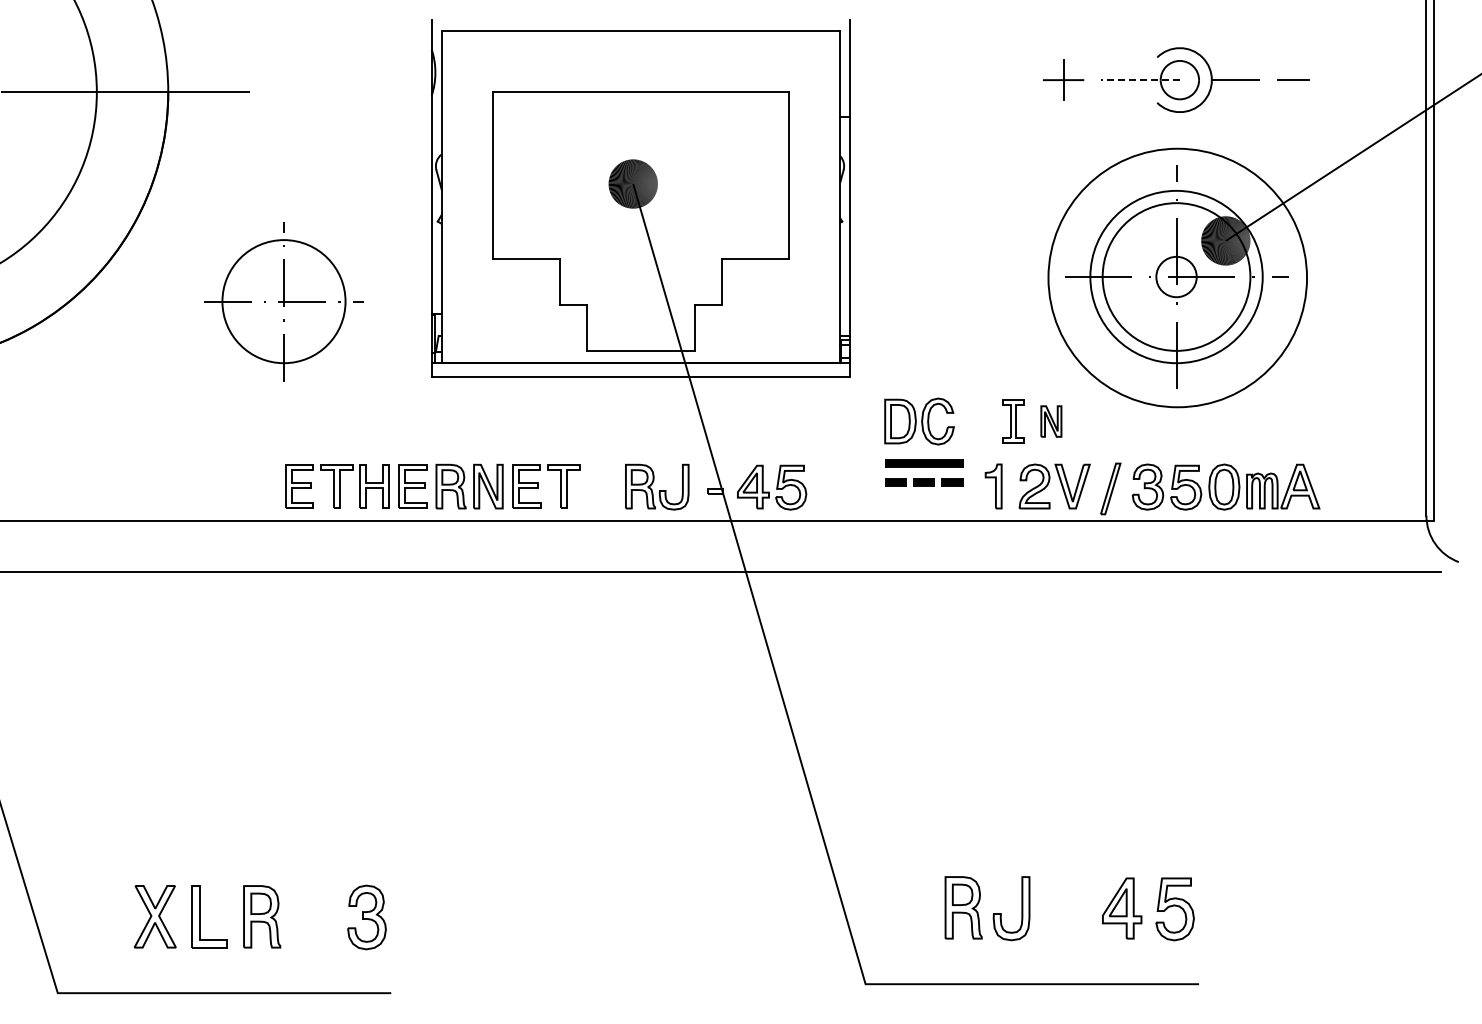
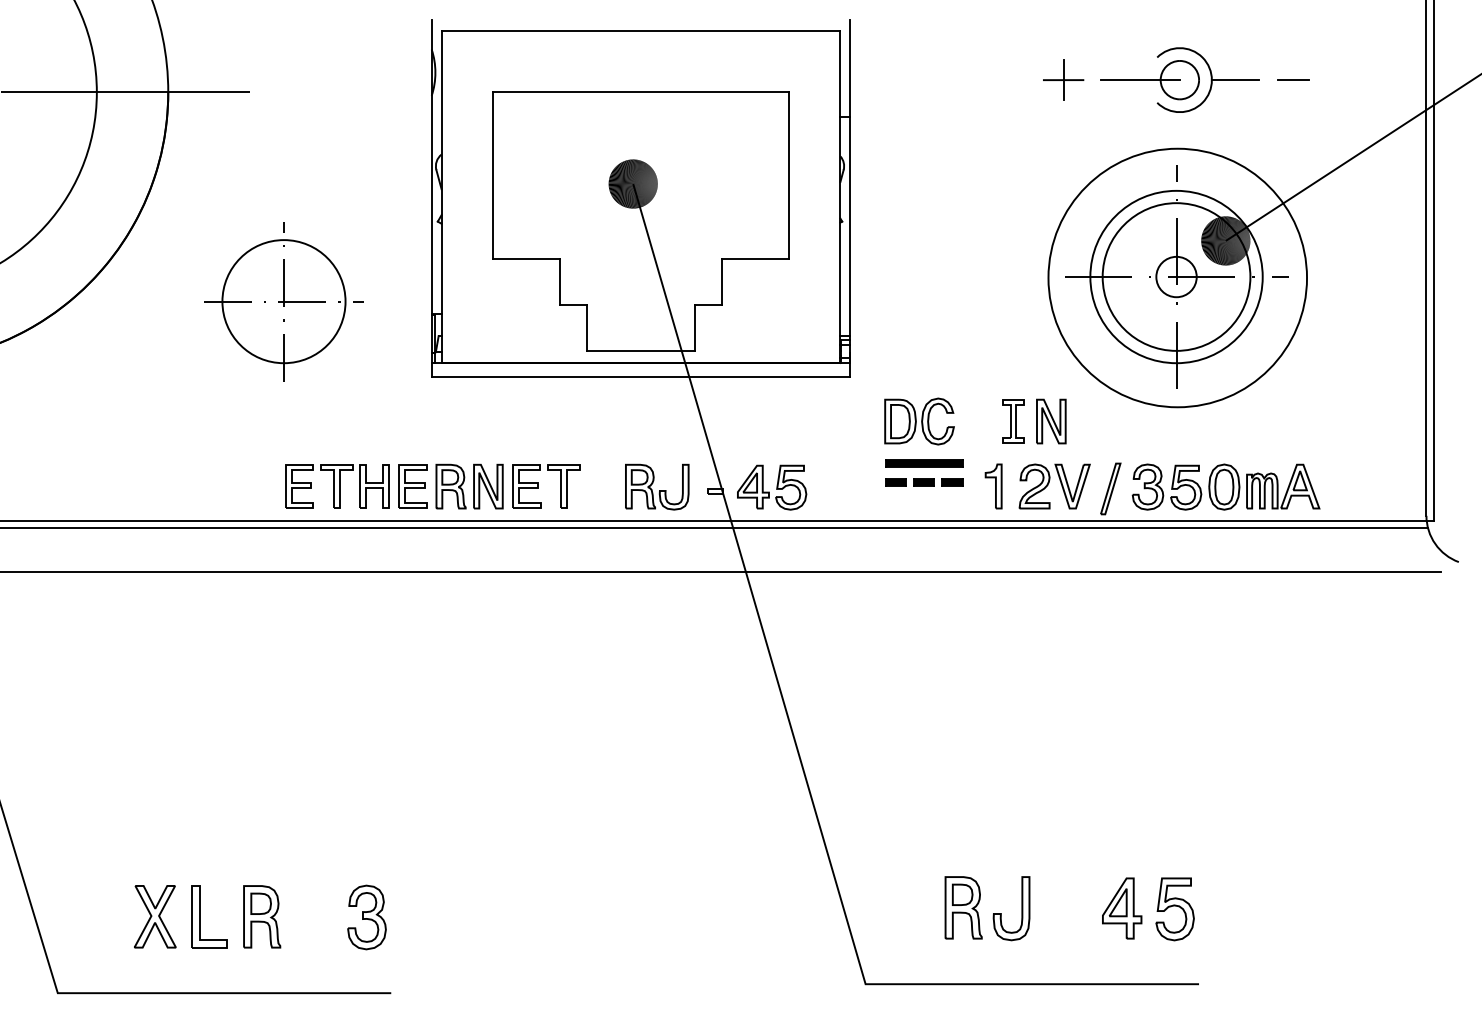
line at (1140, 80): dashed -> solid
part at (1051, 421) size: 23x33 px -> 31x47 px
line at (715, 528): none -> present
